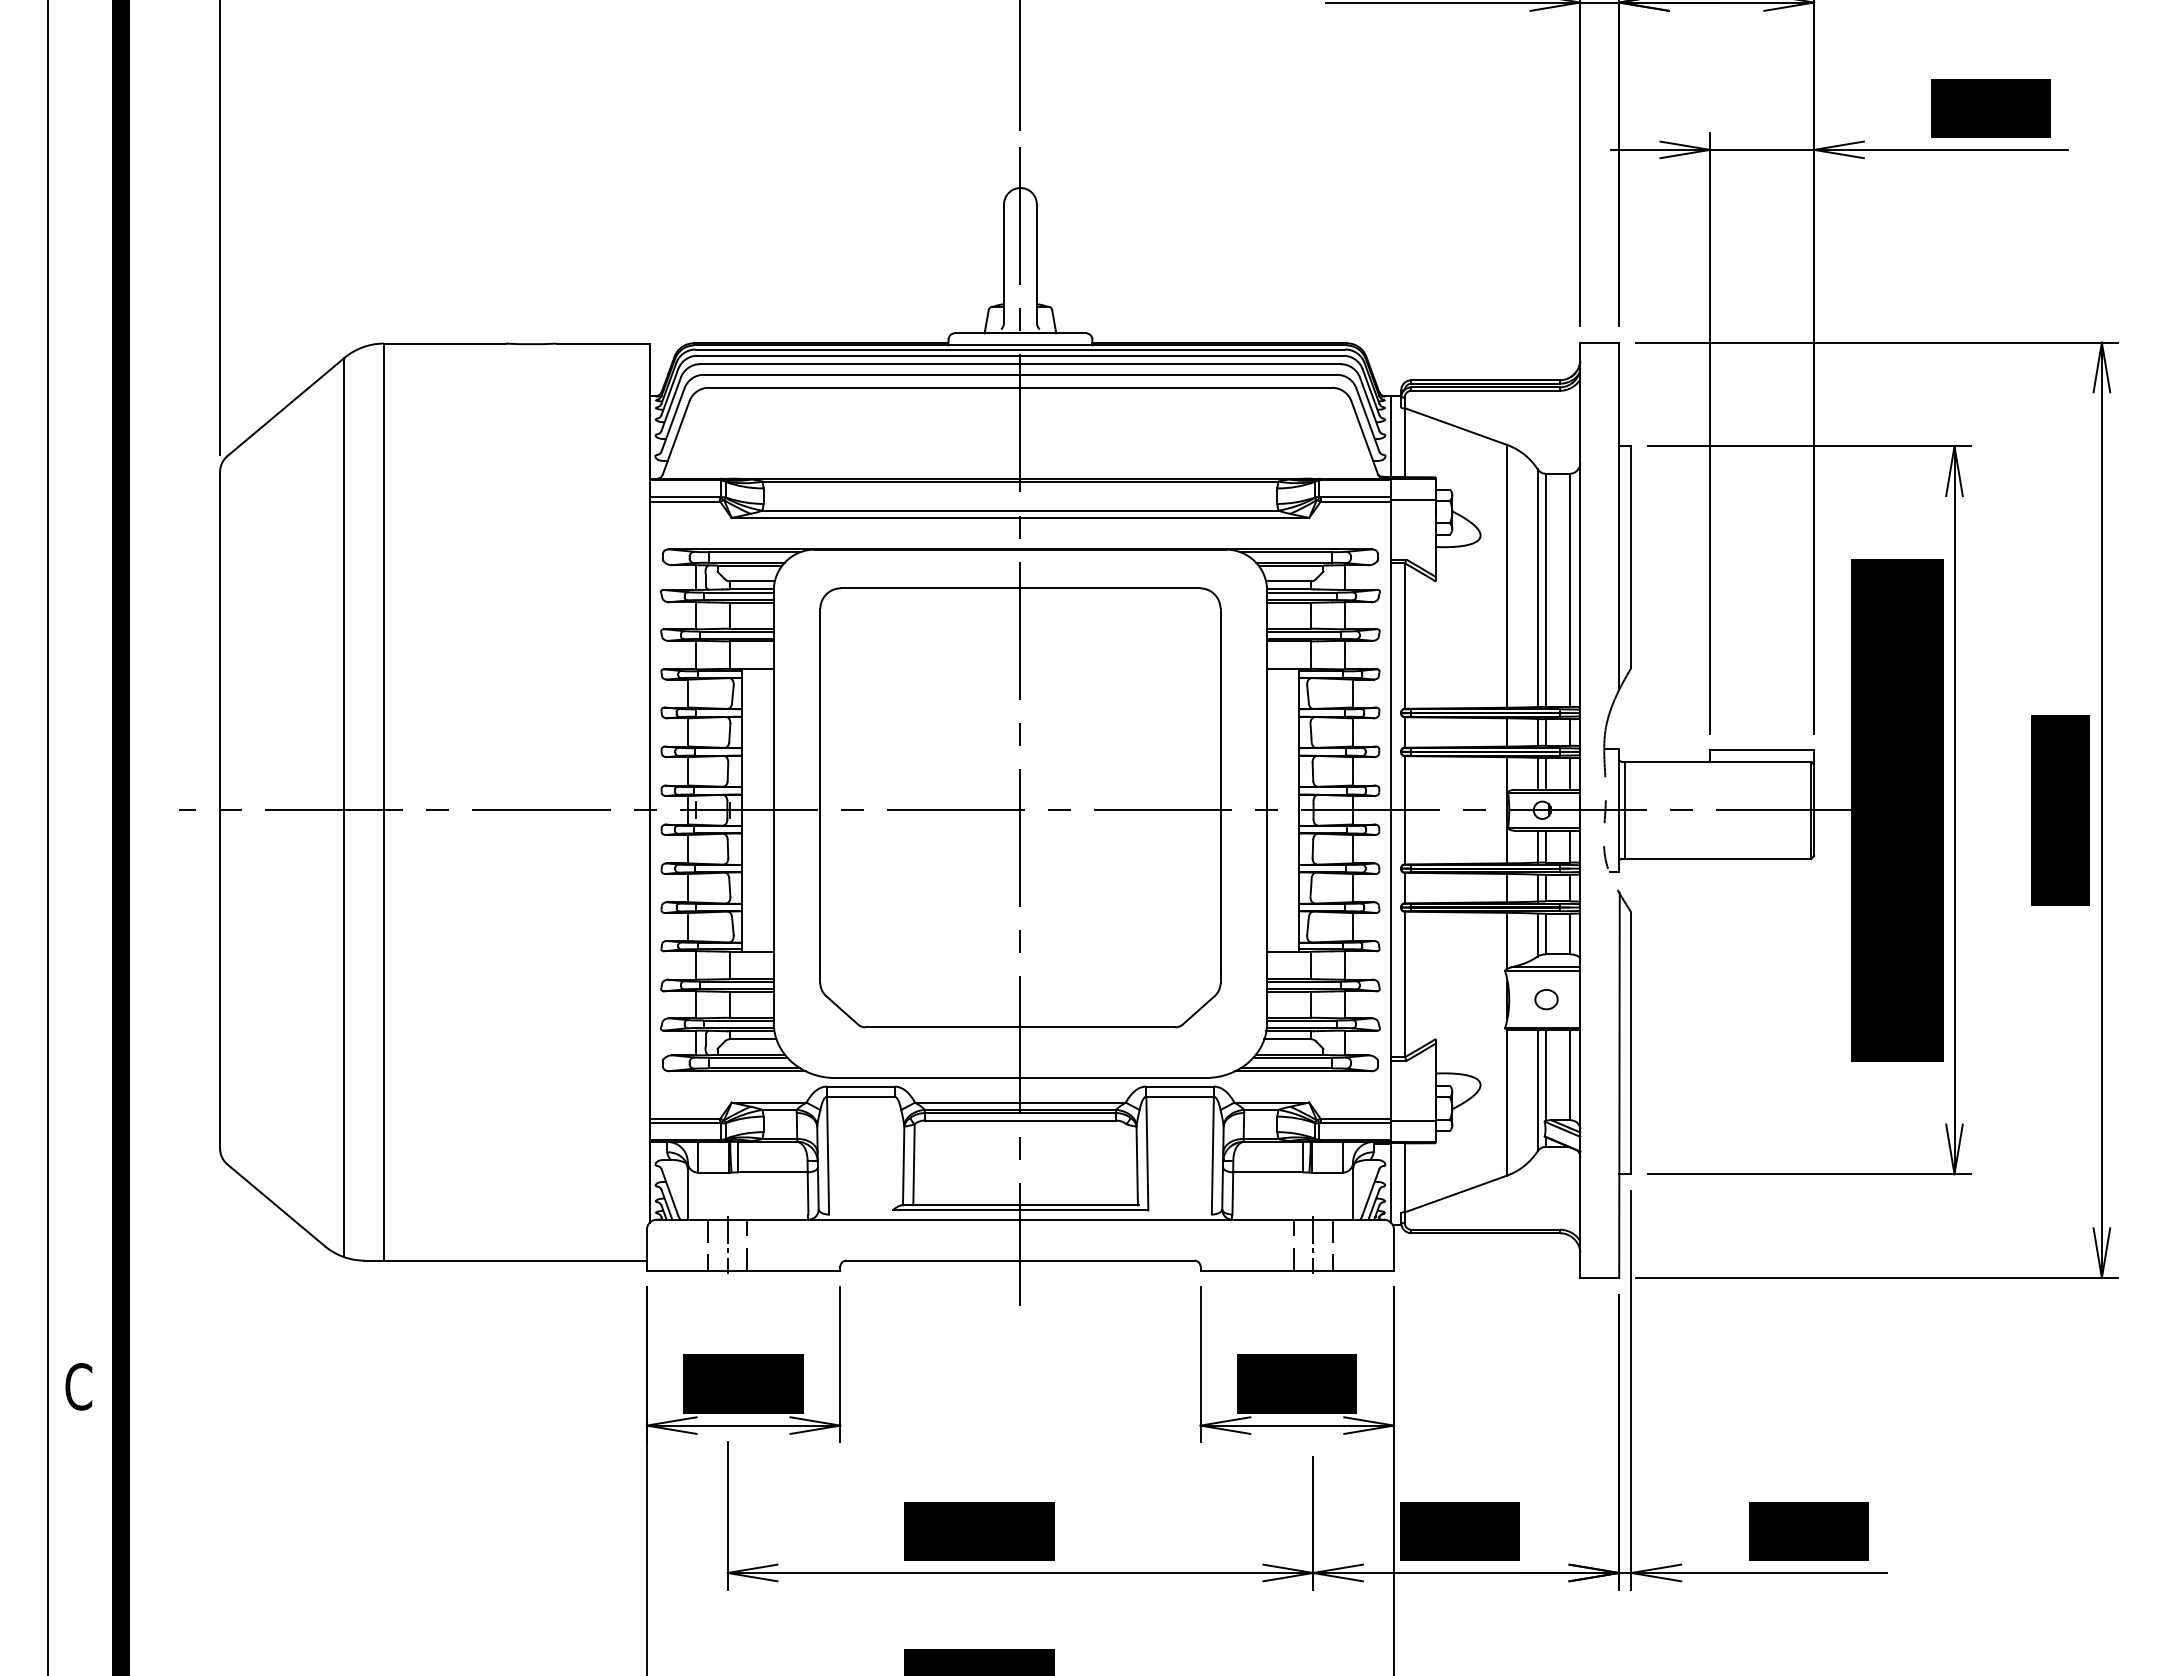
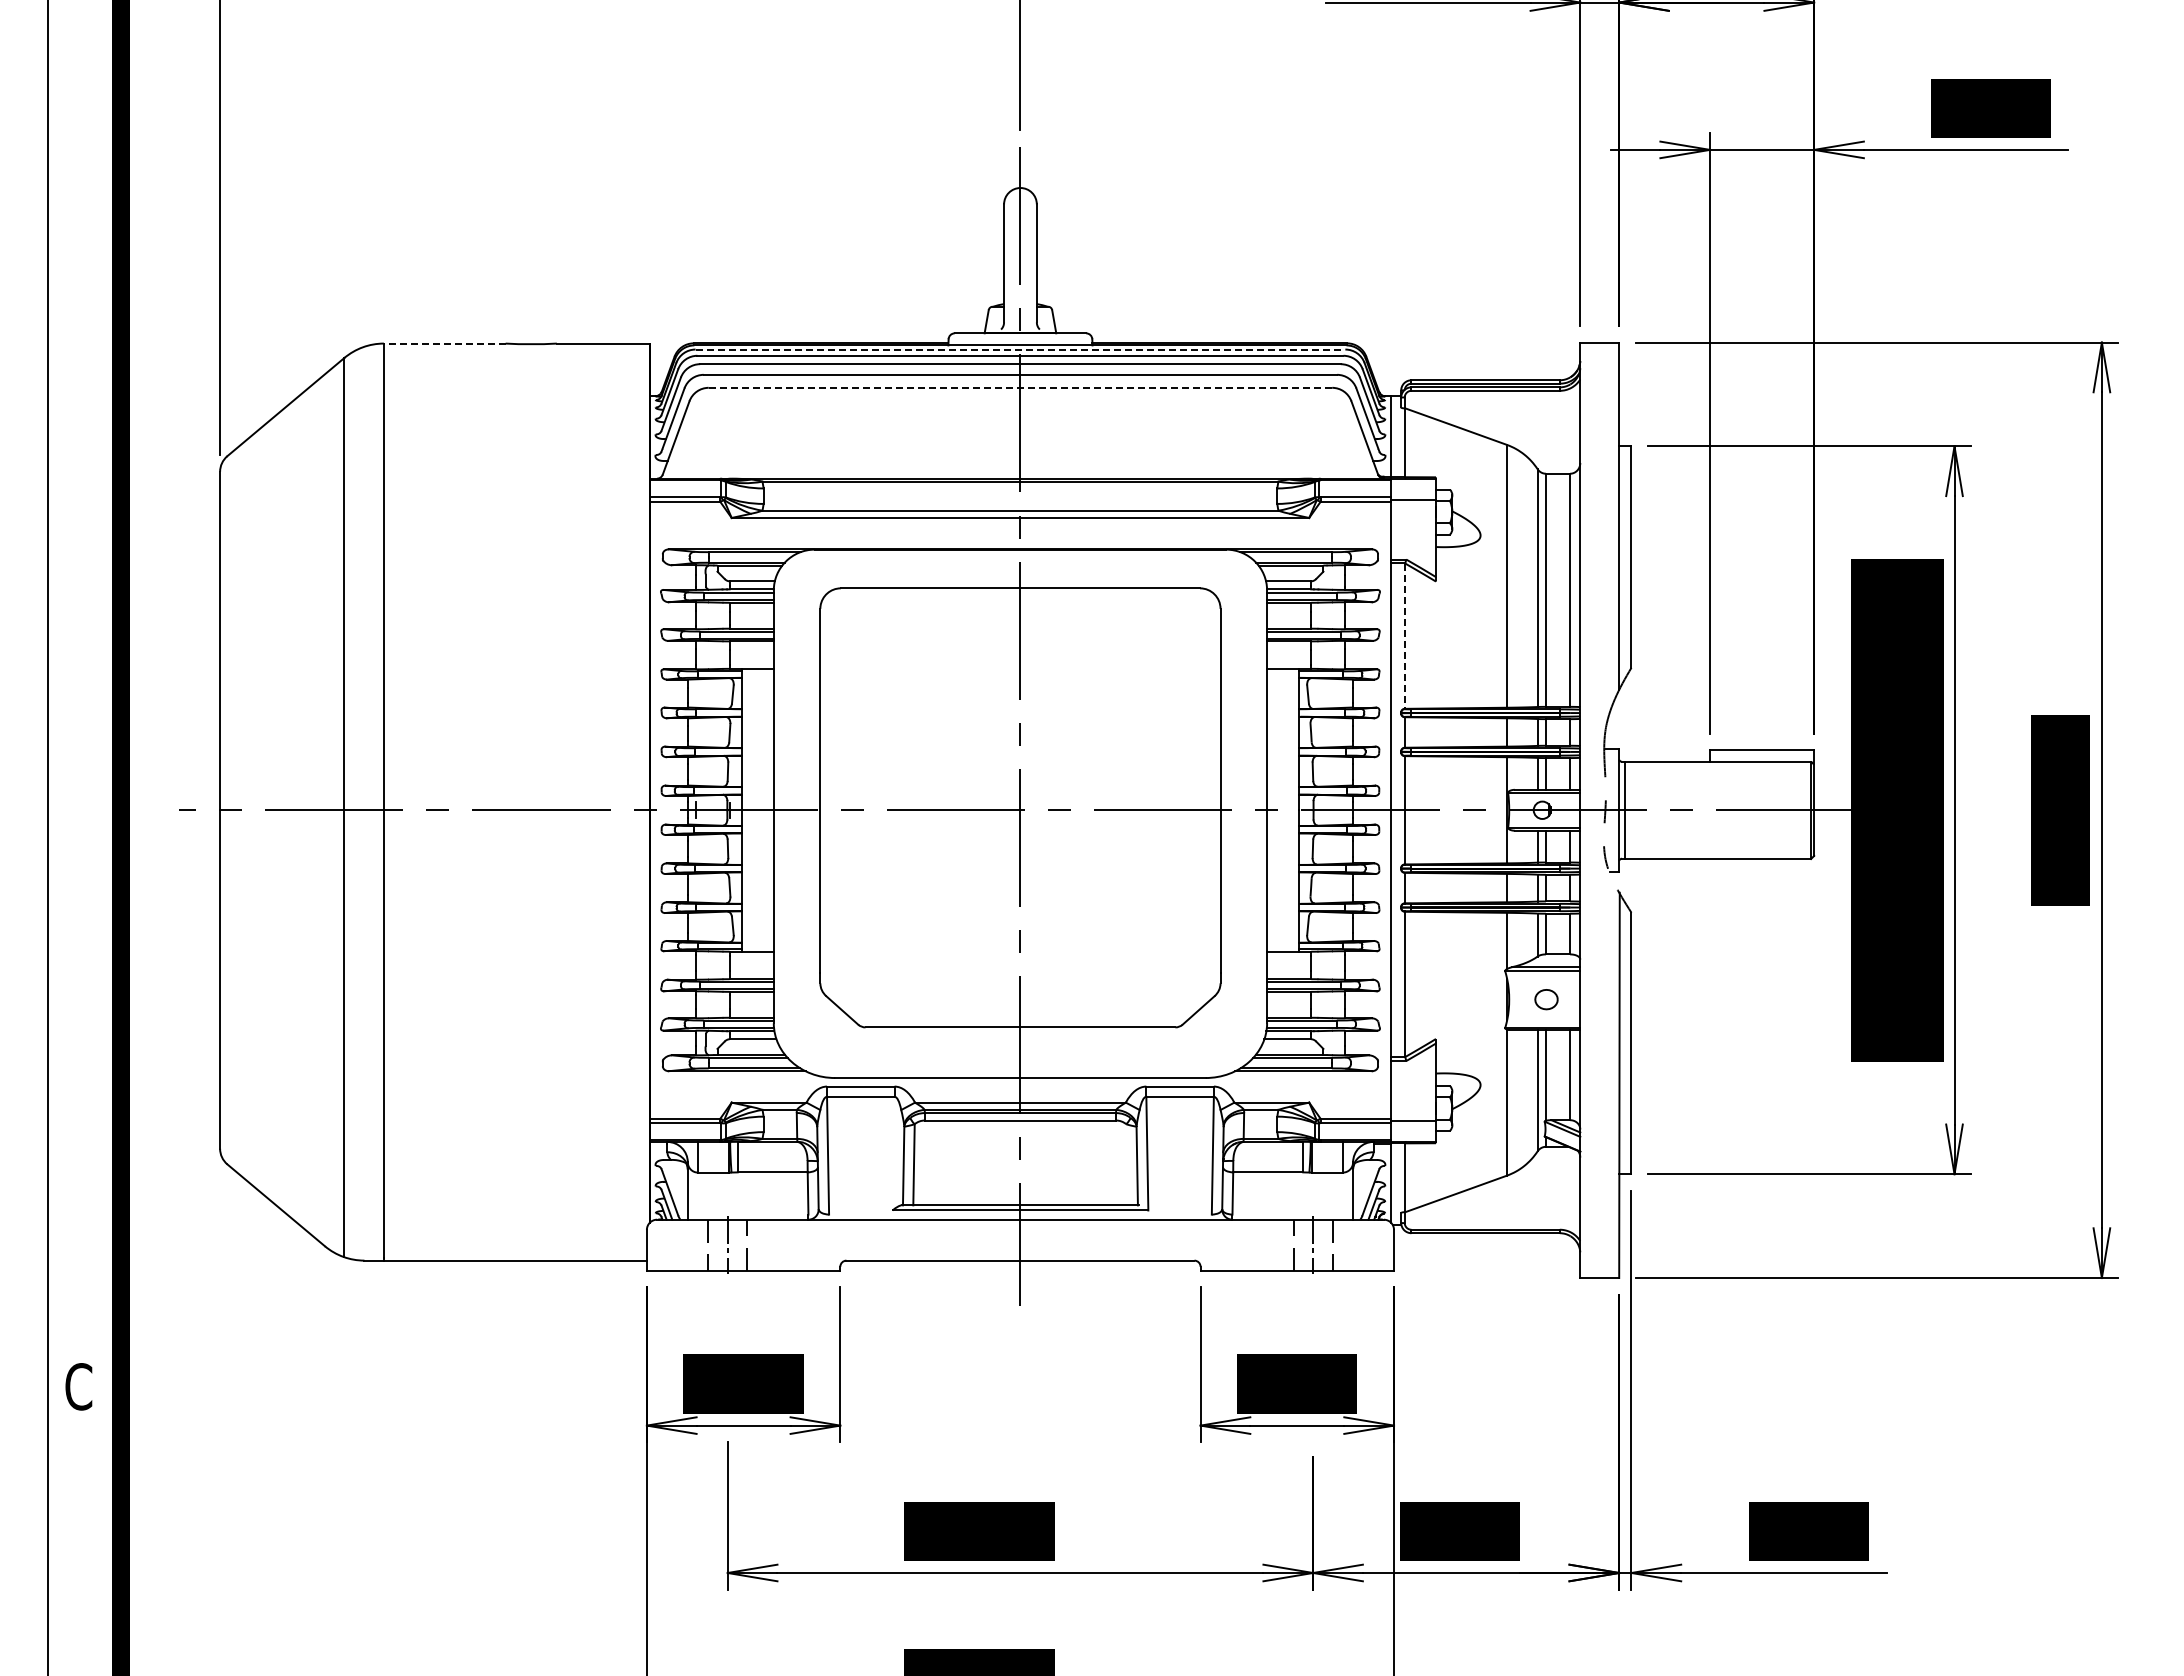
line at (444, 343): solid -> dashed
line at (1020, 349): solid -> dashed
line at (1020, 387): solid -> dashed
line at (1405, 636): solid -> dashed
